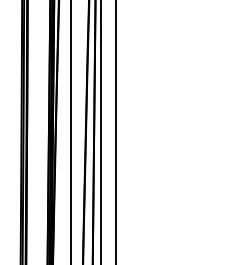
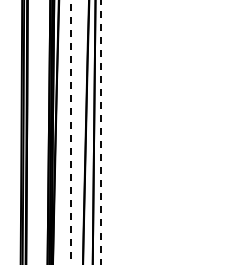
line at (116, 131): present -> none
line at (71, 132): solid -> dashed
line at (101, 132): solid -> dashed
